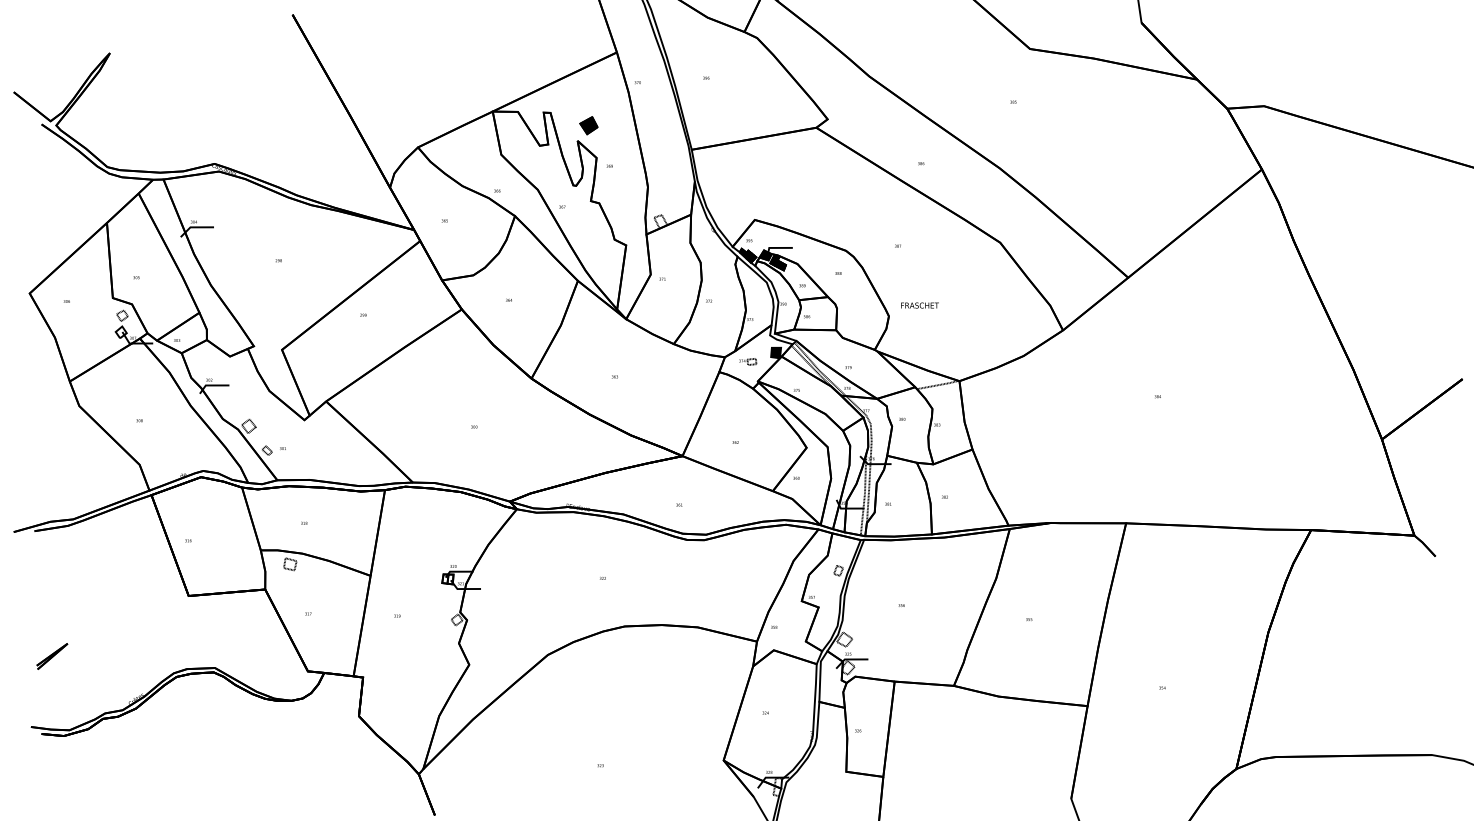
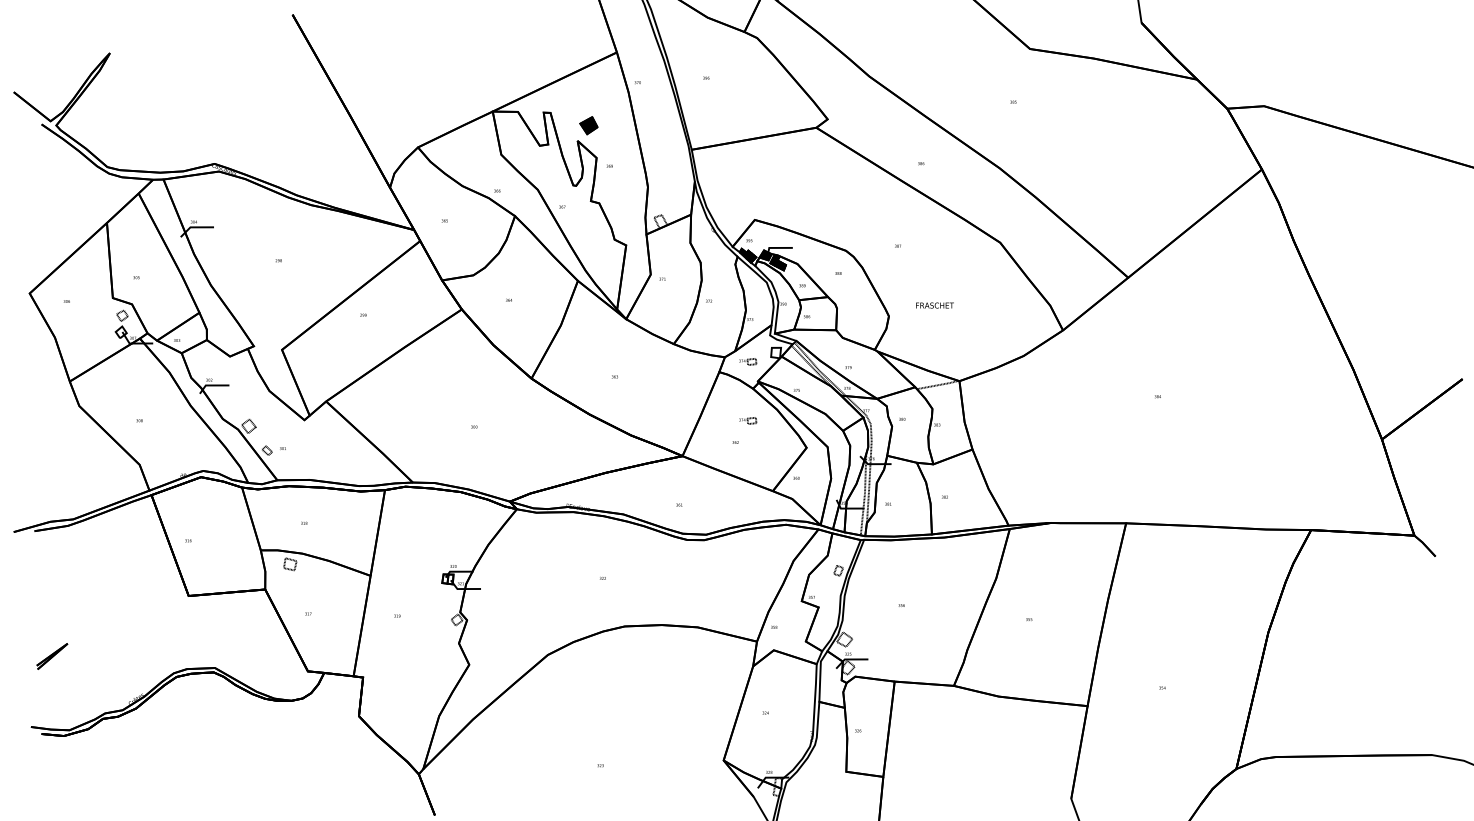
text at (919, 305) position: (919, 305) -> (934, 305)
fill at (776, 352): present -> none
part at (748, 420): none -> present
